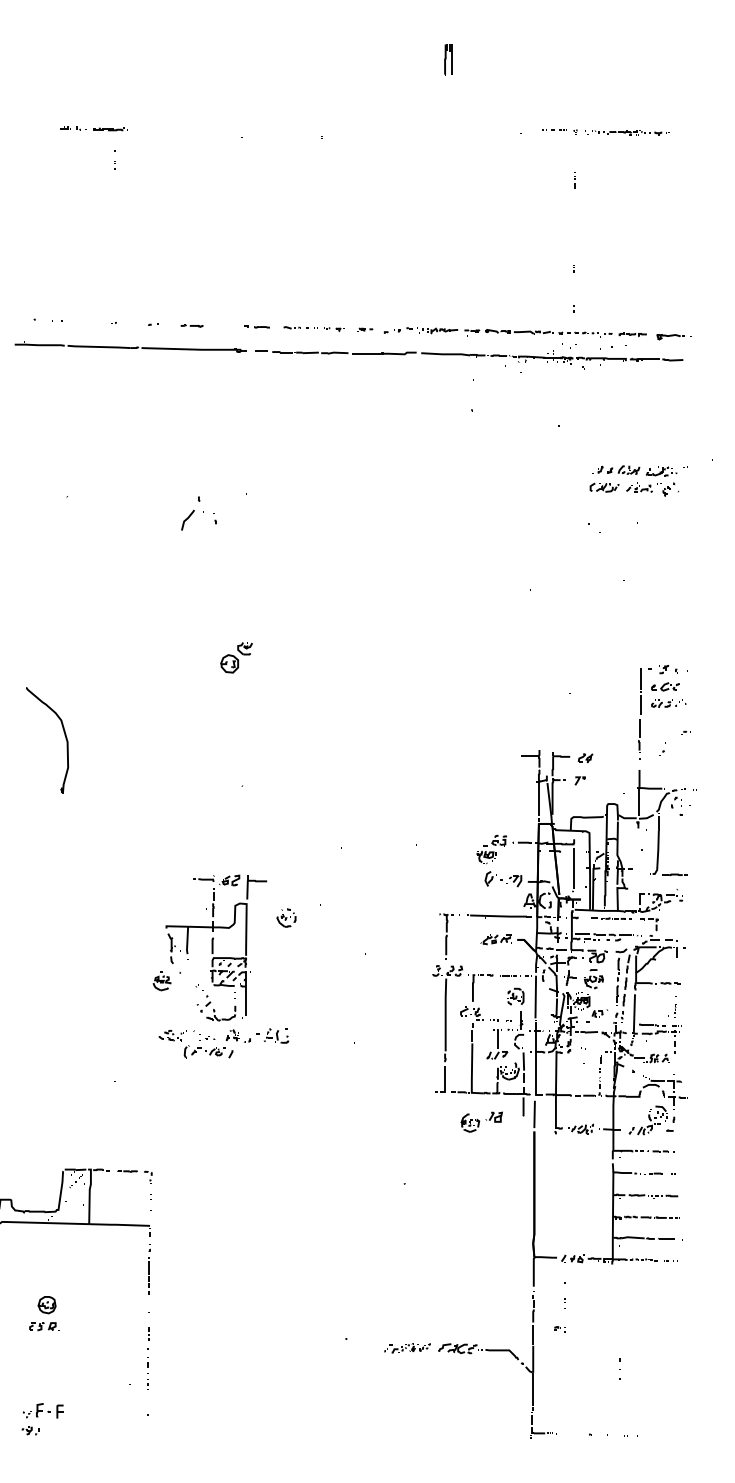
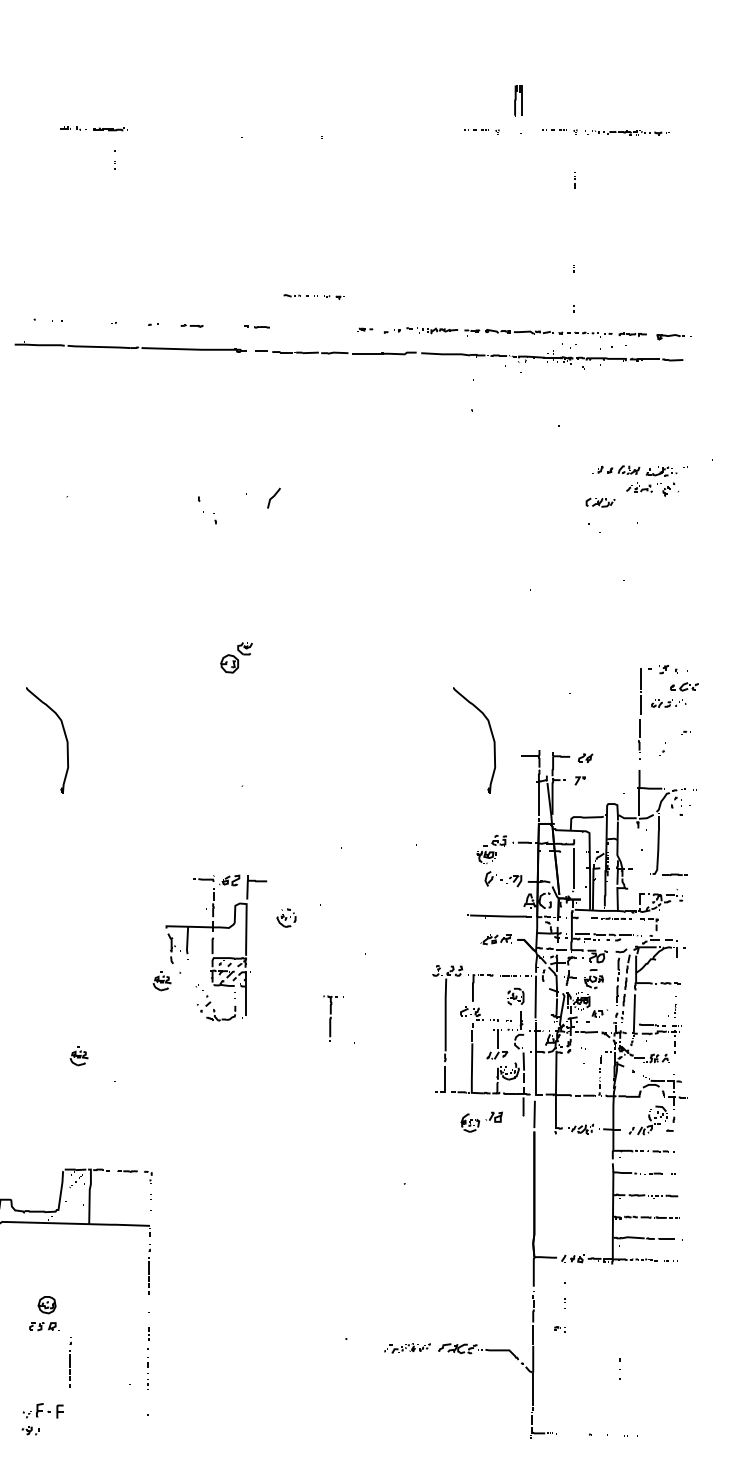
part at (448, 59) position: (448, 59) -> (518, 100)
part at (481, 131): none -> present
part at (313, 328) position: (313, 328) -> (313, 296)
part at (604, 487) position: (604, 487) -> (600, 502)
line at (187, 519) position: (187, 519) -> (273, 497)
part at (665, 686) position: (665, 686) -> (684, 686)
part at (491, 735): none -> present
part at (449, 936) position: (449, 936) -> (333, 1018)
part at (223, 1043): present -> none
part at (78, 1056): none -> present
part at (70, 1362): none -> present
